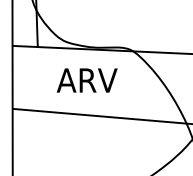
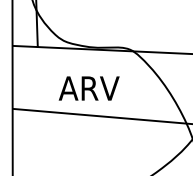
text at (86, 80) position: (86, 80) -> (88, 88)
